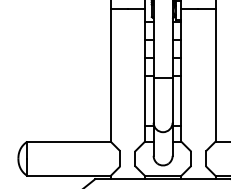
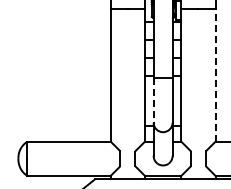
line at (215, 74): solid -> dashed
line at (153, 101): solid -> dashed
